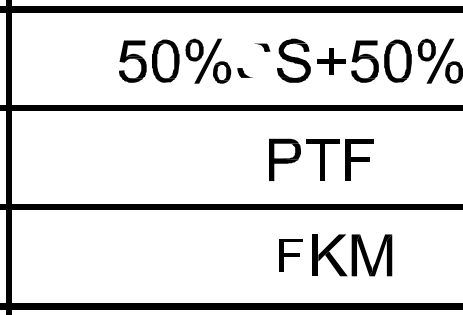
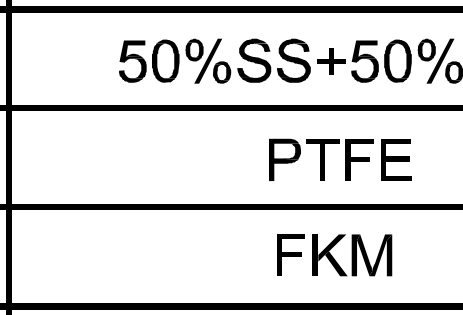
fill at (255, 60): none -> present
part at (396, 159): none -> present
part at (290, 255) size: 24x33 px -> 28x42 px
